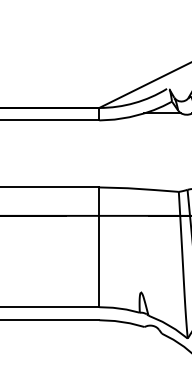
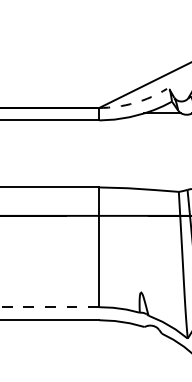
arc at (134, 103): solid -> dashed
line at (50, 307): solid -> dashed
